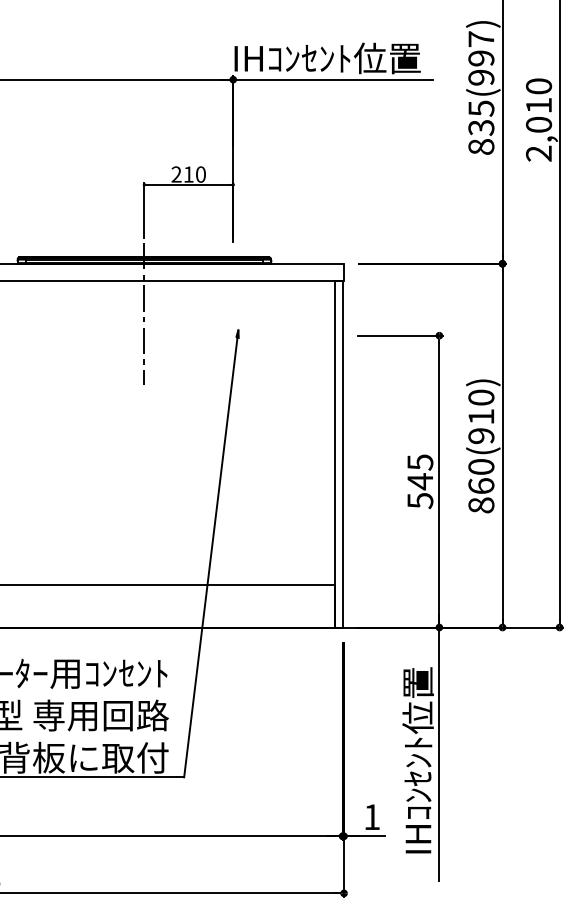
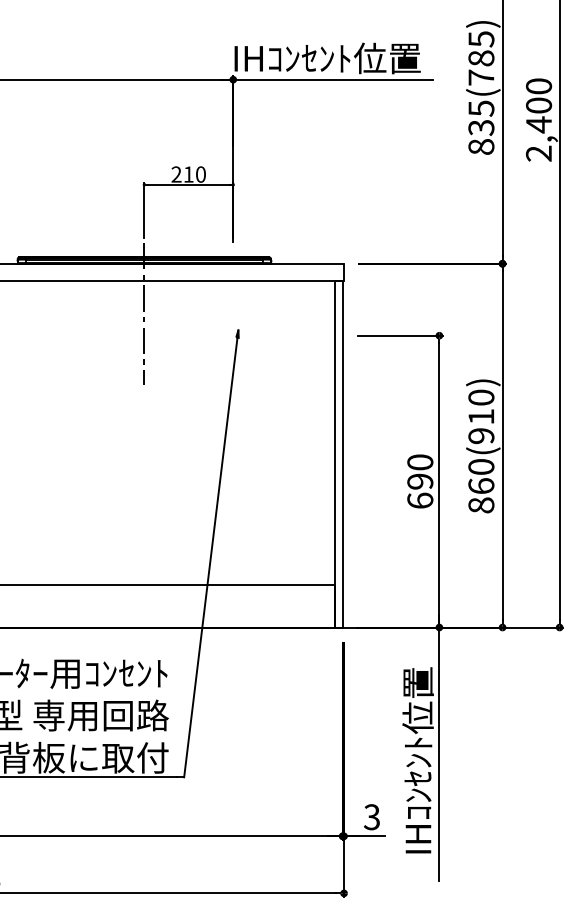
text at (481, 58): 835(997) -> 835(785)
text at (538, 115): 2,010 -> 2,400
text at (420, 481): 545 -> 690
text at (371, 817): 1 -> 3
